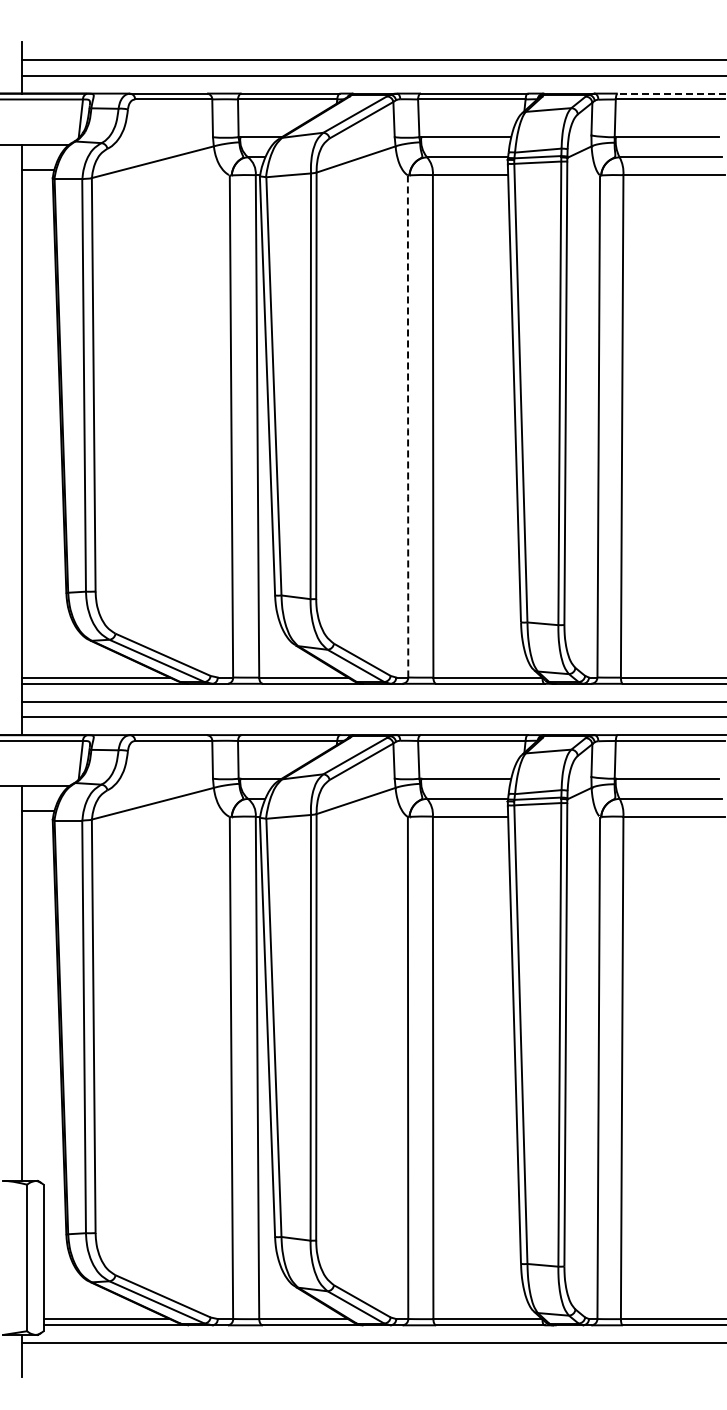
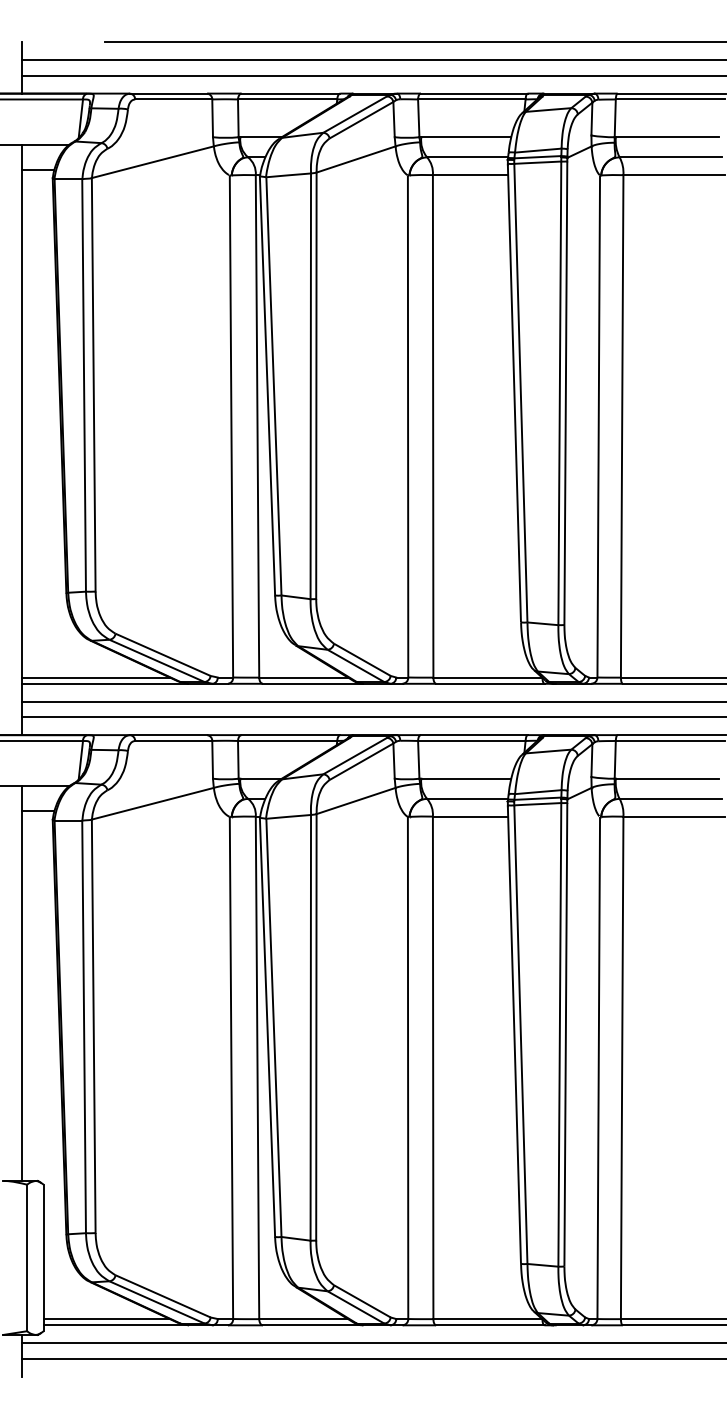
line at (413, 42): none -> present
line at (671, 93): dashed -> solid
line at (408, 427): dashed -> solid
line at (372, 1358): none -> present
